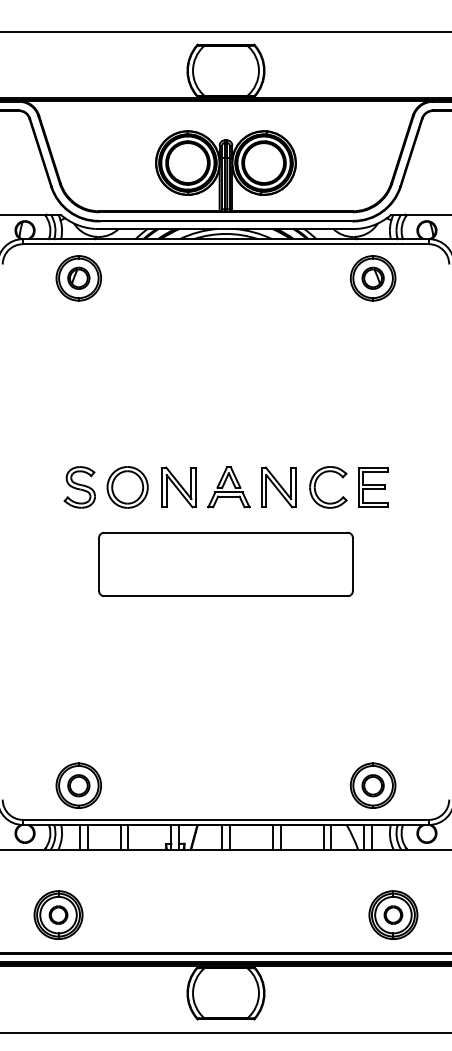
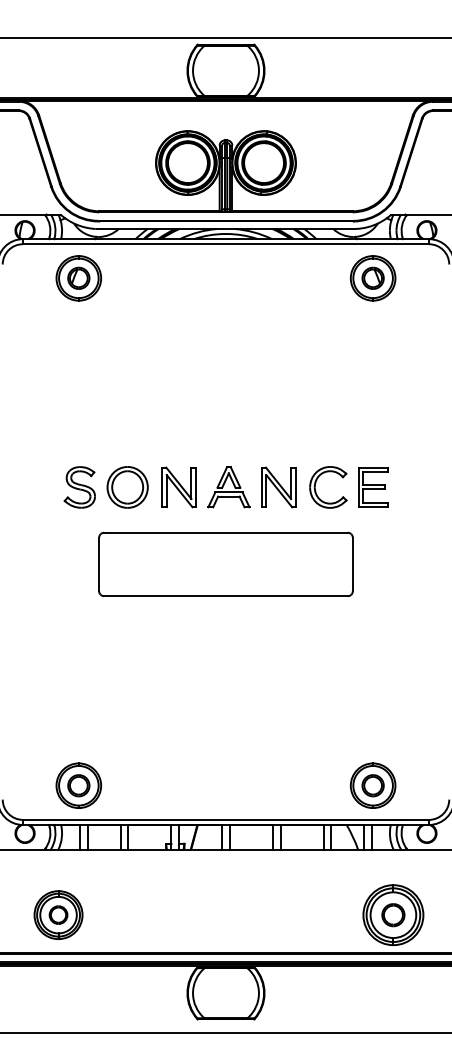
line at (225, 31) position: (225, 31) -> (225, 37)
part at (393, 914) size: 51x50 px -> 63x63 px
